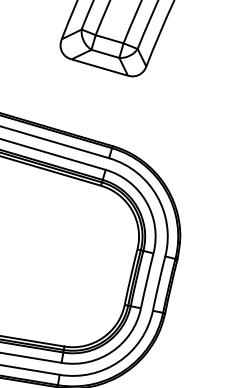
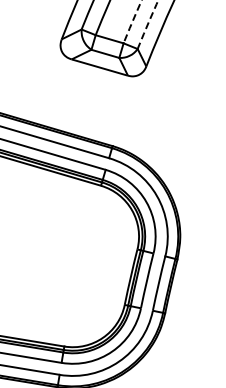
arc at (132, 21): solid -> dashed
arc at (147, 24): solid -> dashed
